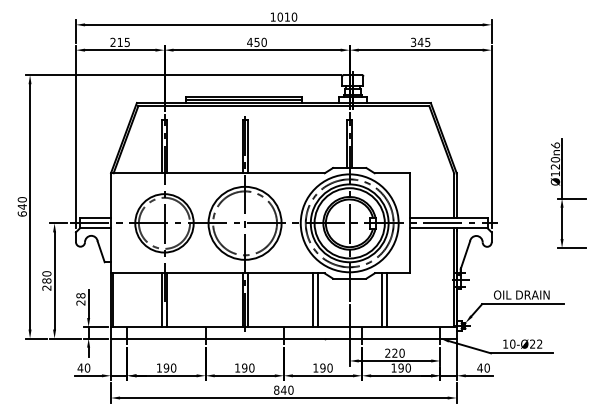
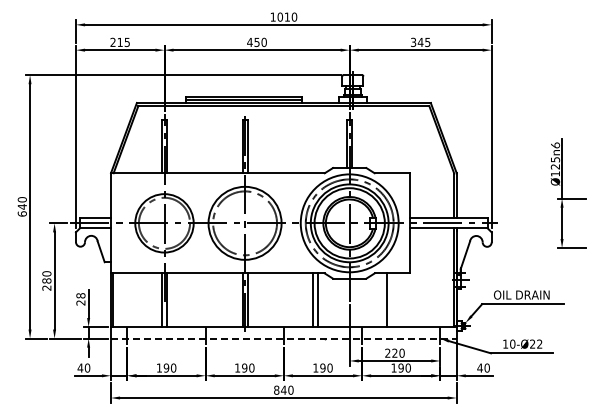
text at (555, 159): Ø120 -> Ø125
line at (381, 300): present -> none
line at (283, 338): solid -> dashed
